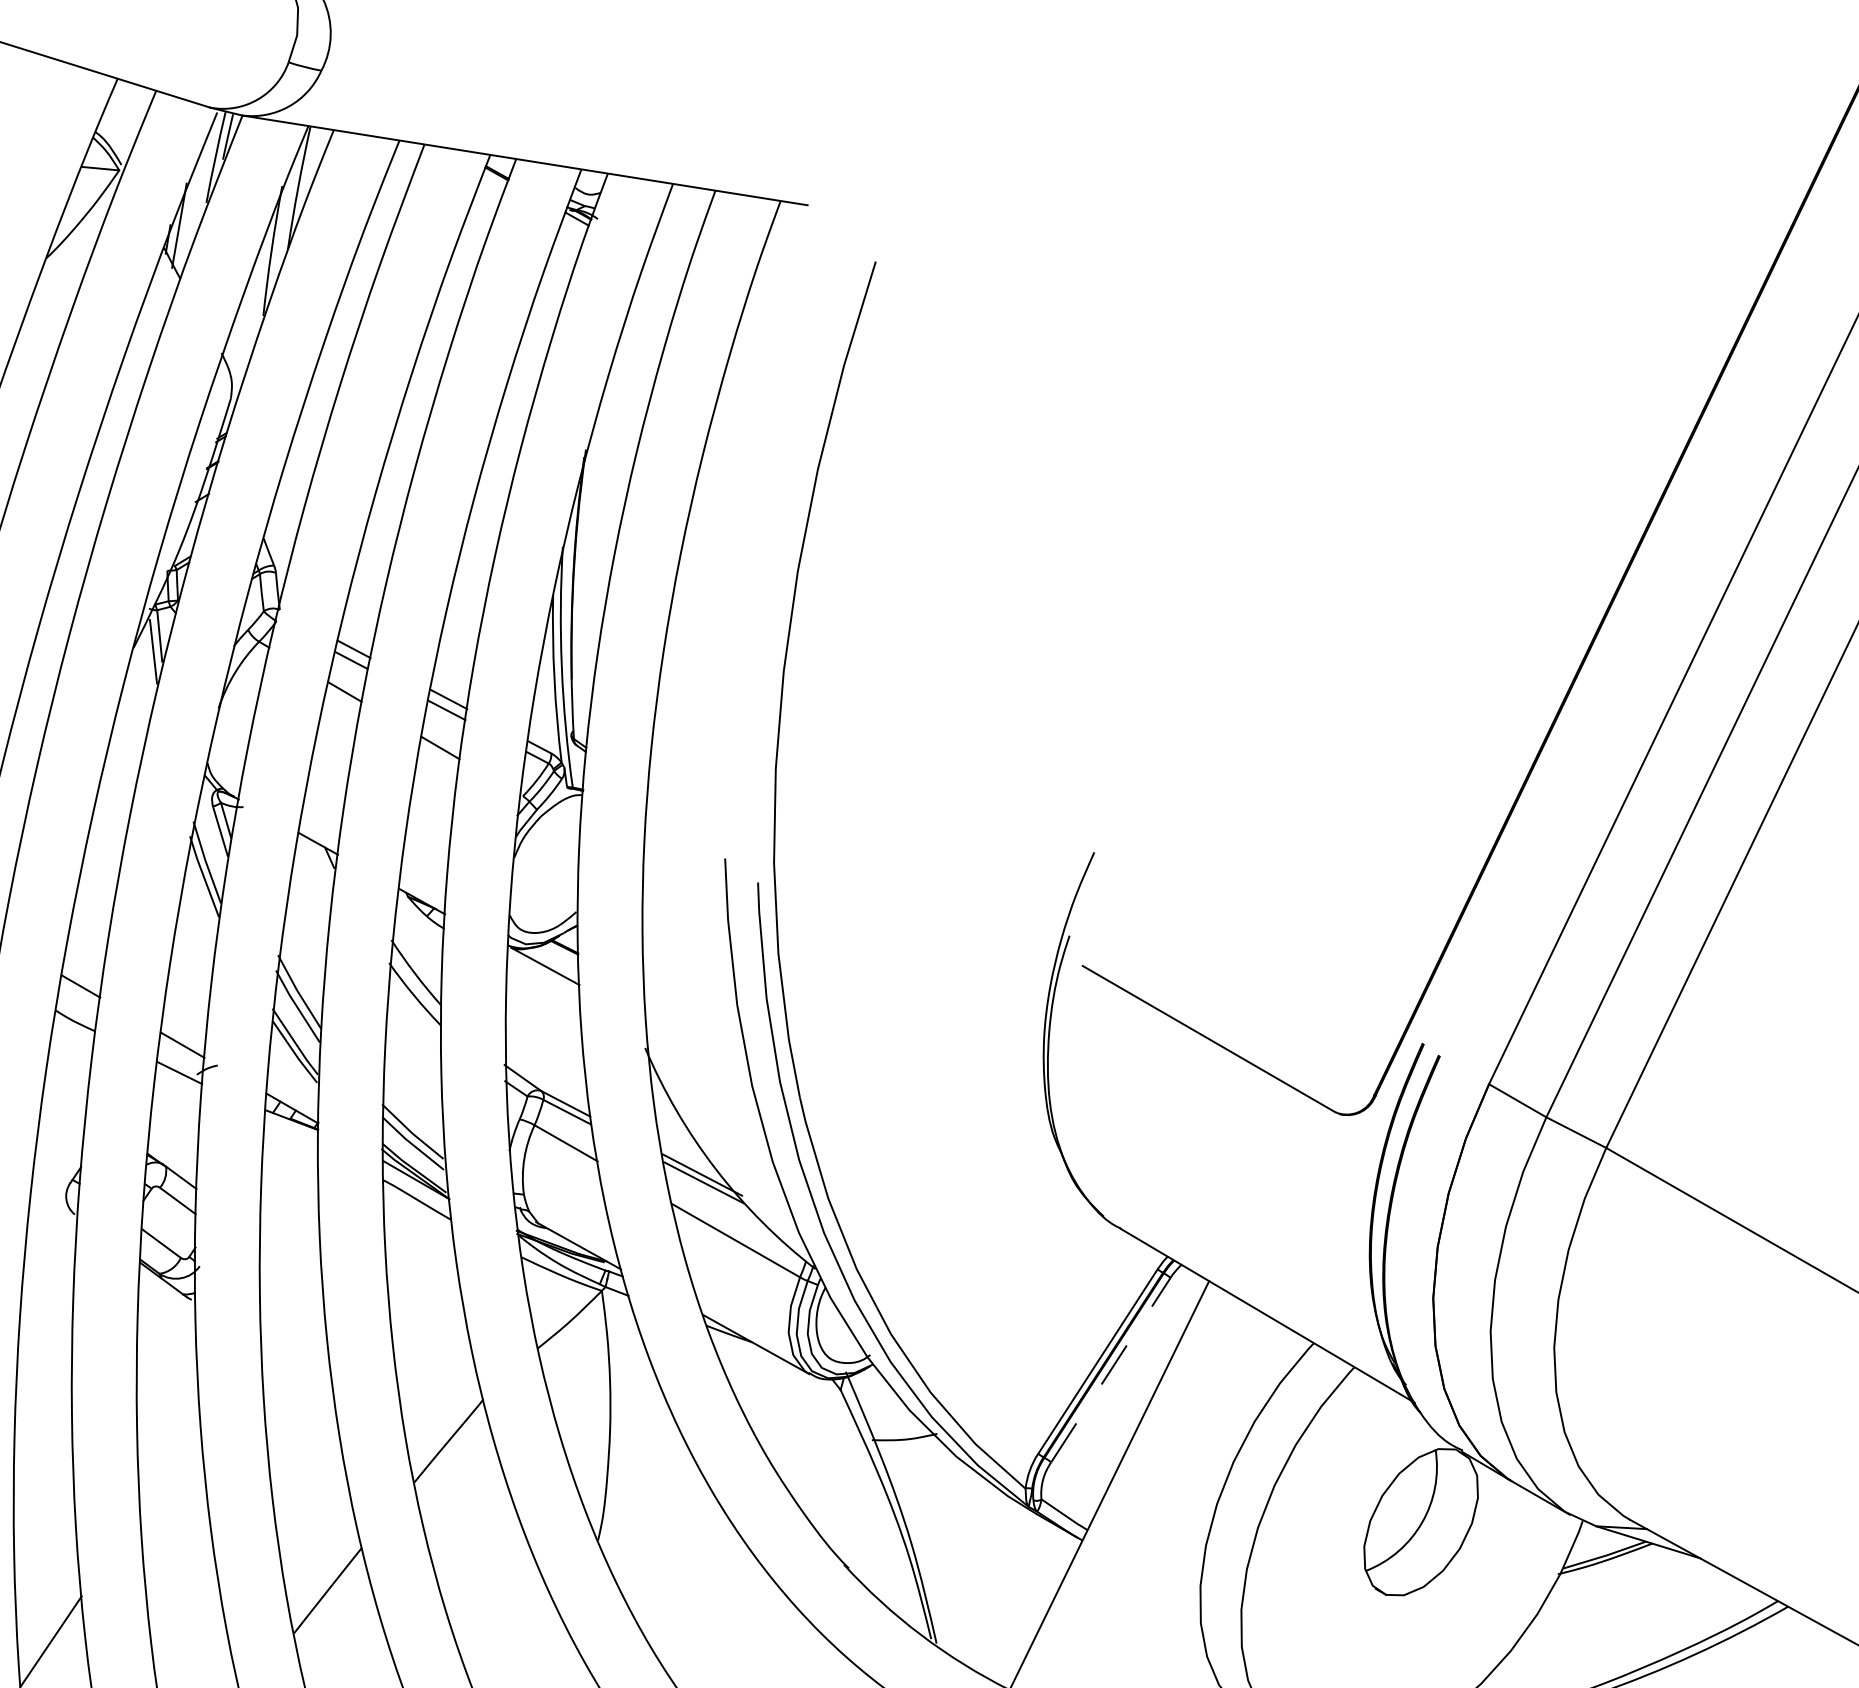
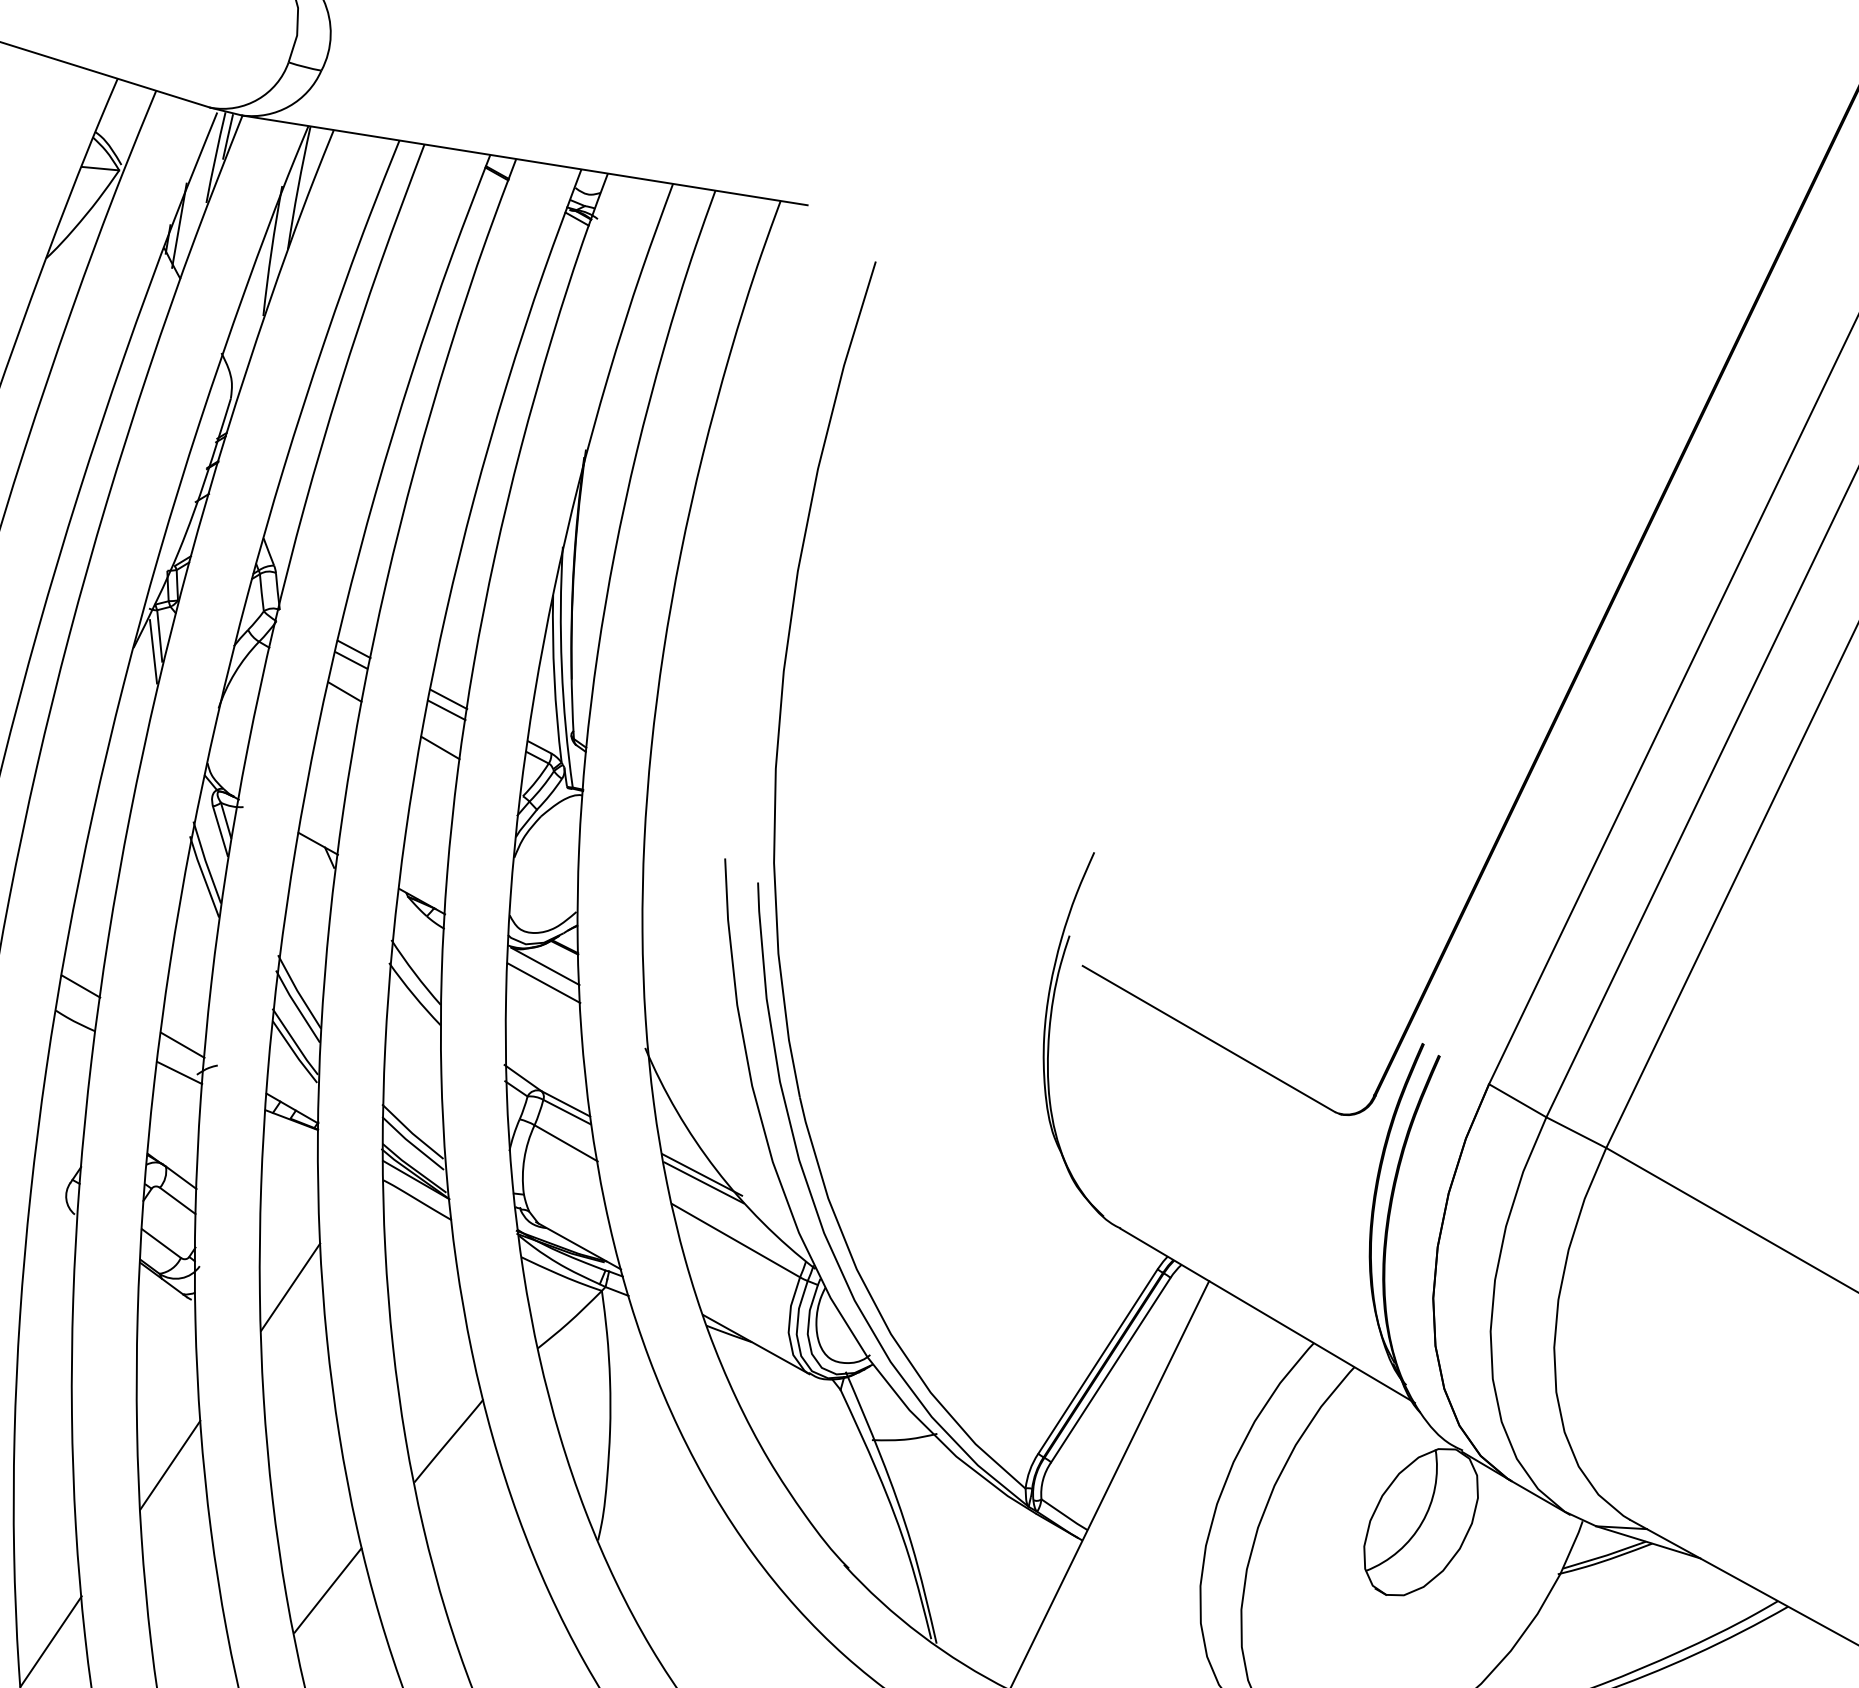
line at (543, 983): none -> present
line at (290, 1286): none -> present
line at (1110, 1370): dashed -> solid
line at (170, 1464): none -> present
